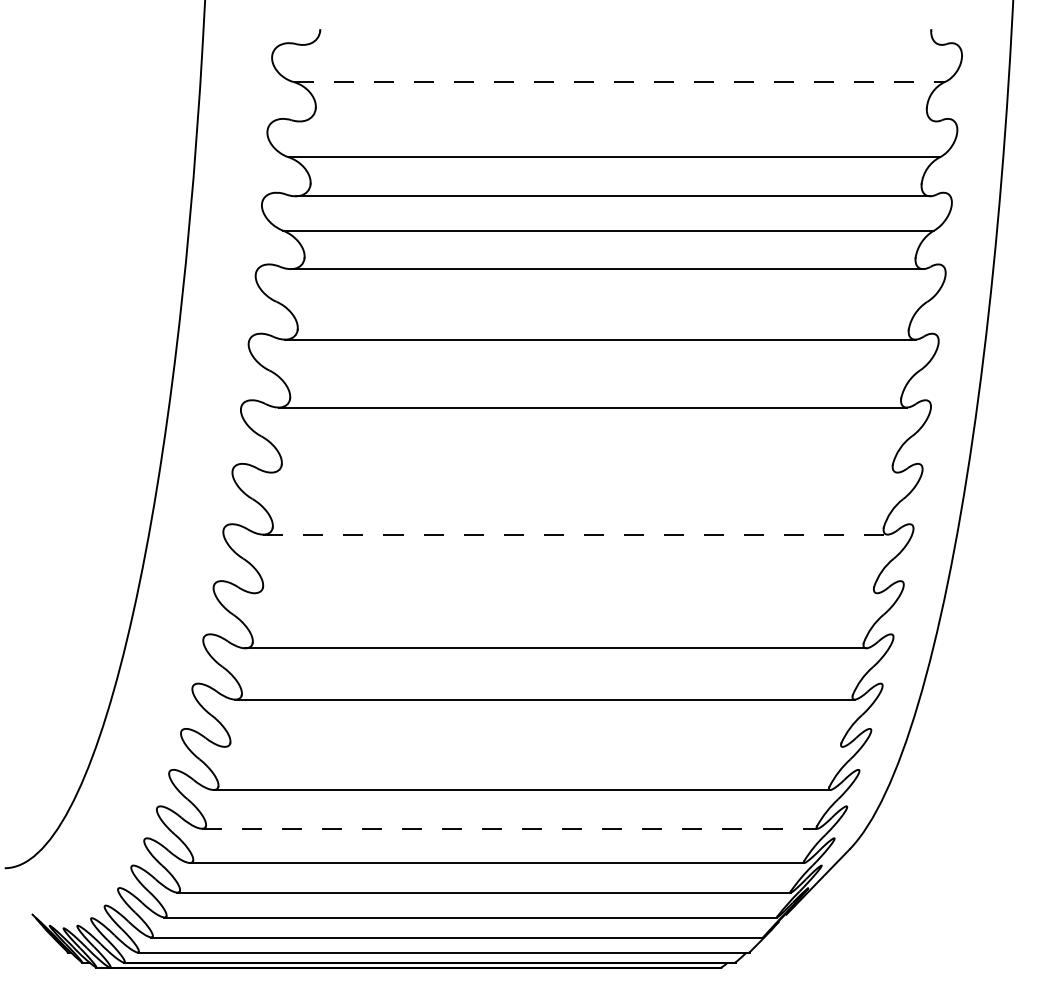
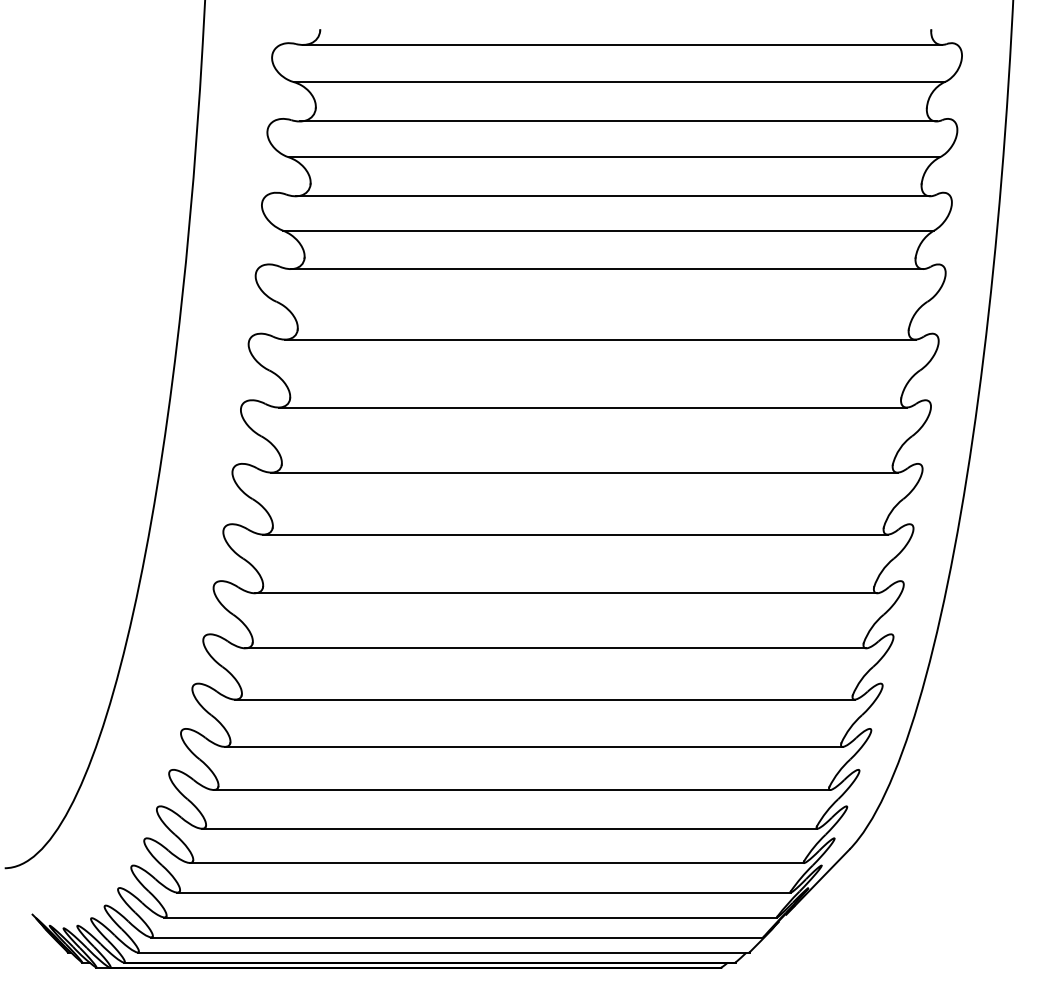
line at (622, 44): none -> present
line at (619, 82): dashed -> solid
line at (617, 121): none -> present
line at (584, 472): none -> present
line at (576, 534): dashed -> solid
line at (565, 593): none -> present
line at (533, 746): none -> present
line at (509, 828): dashed -> solid
